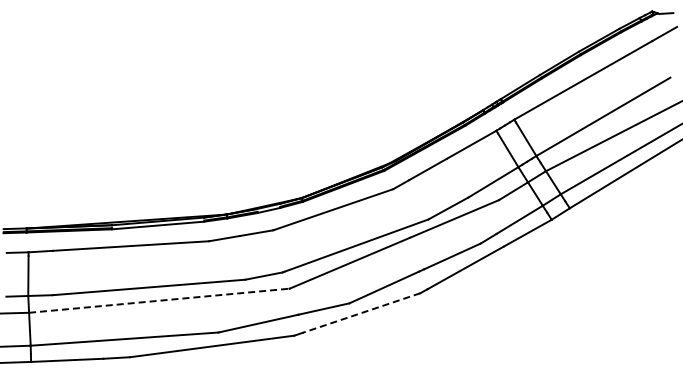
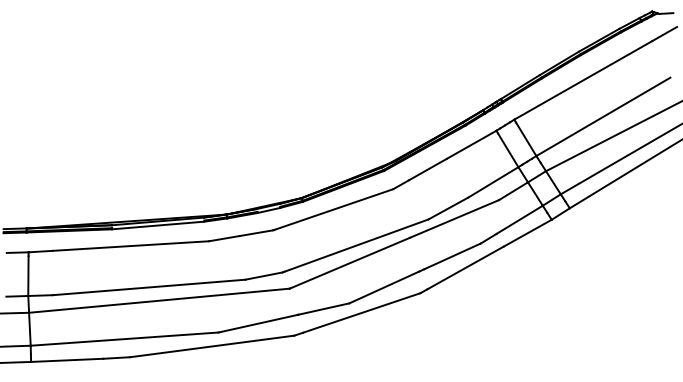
line at (159, 300): dashed -> solid
line at (361, 313): dashed -> solid
